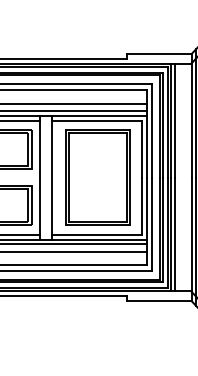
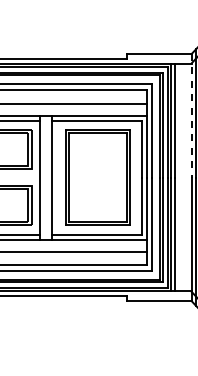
line at (74, 110): present -> none
line at (191, 115): solid -> dashed
line at (74, 244): present -> none
